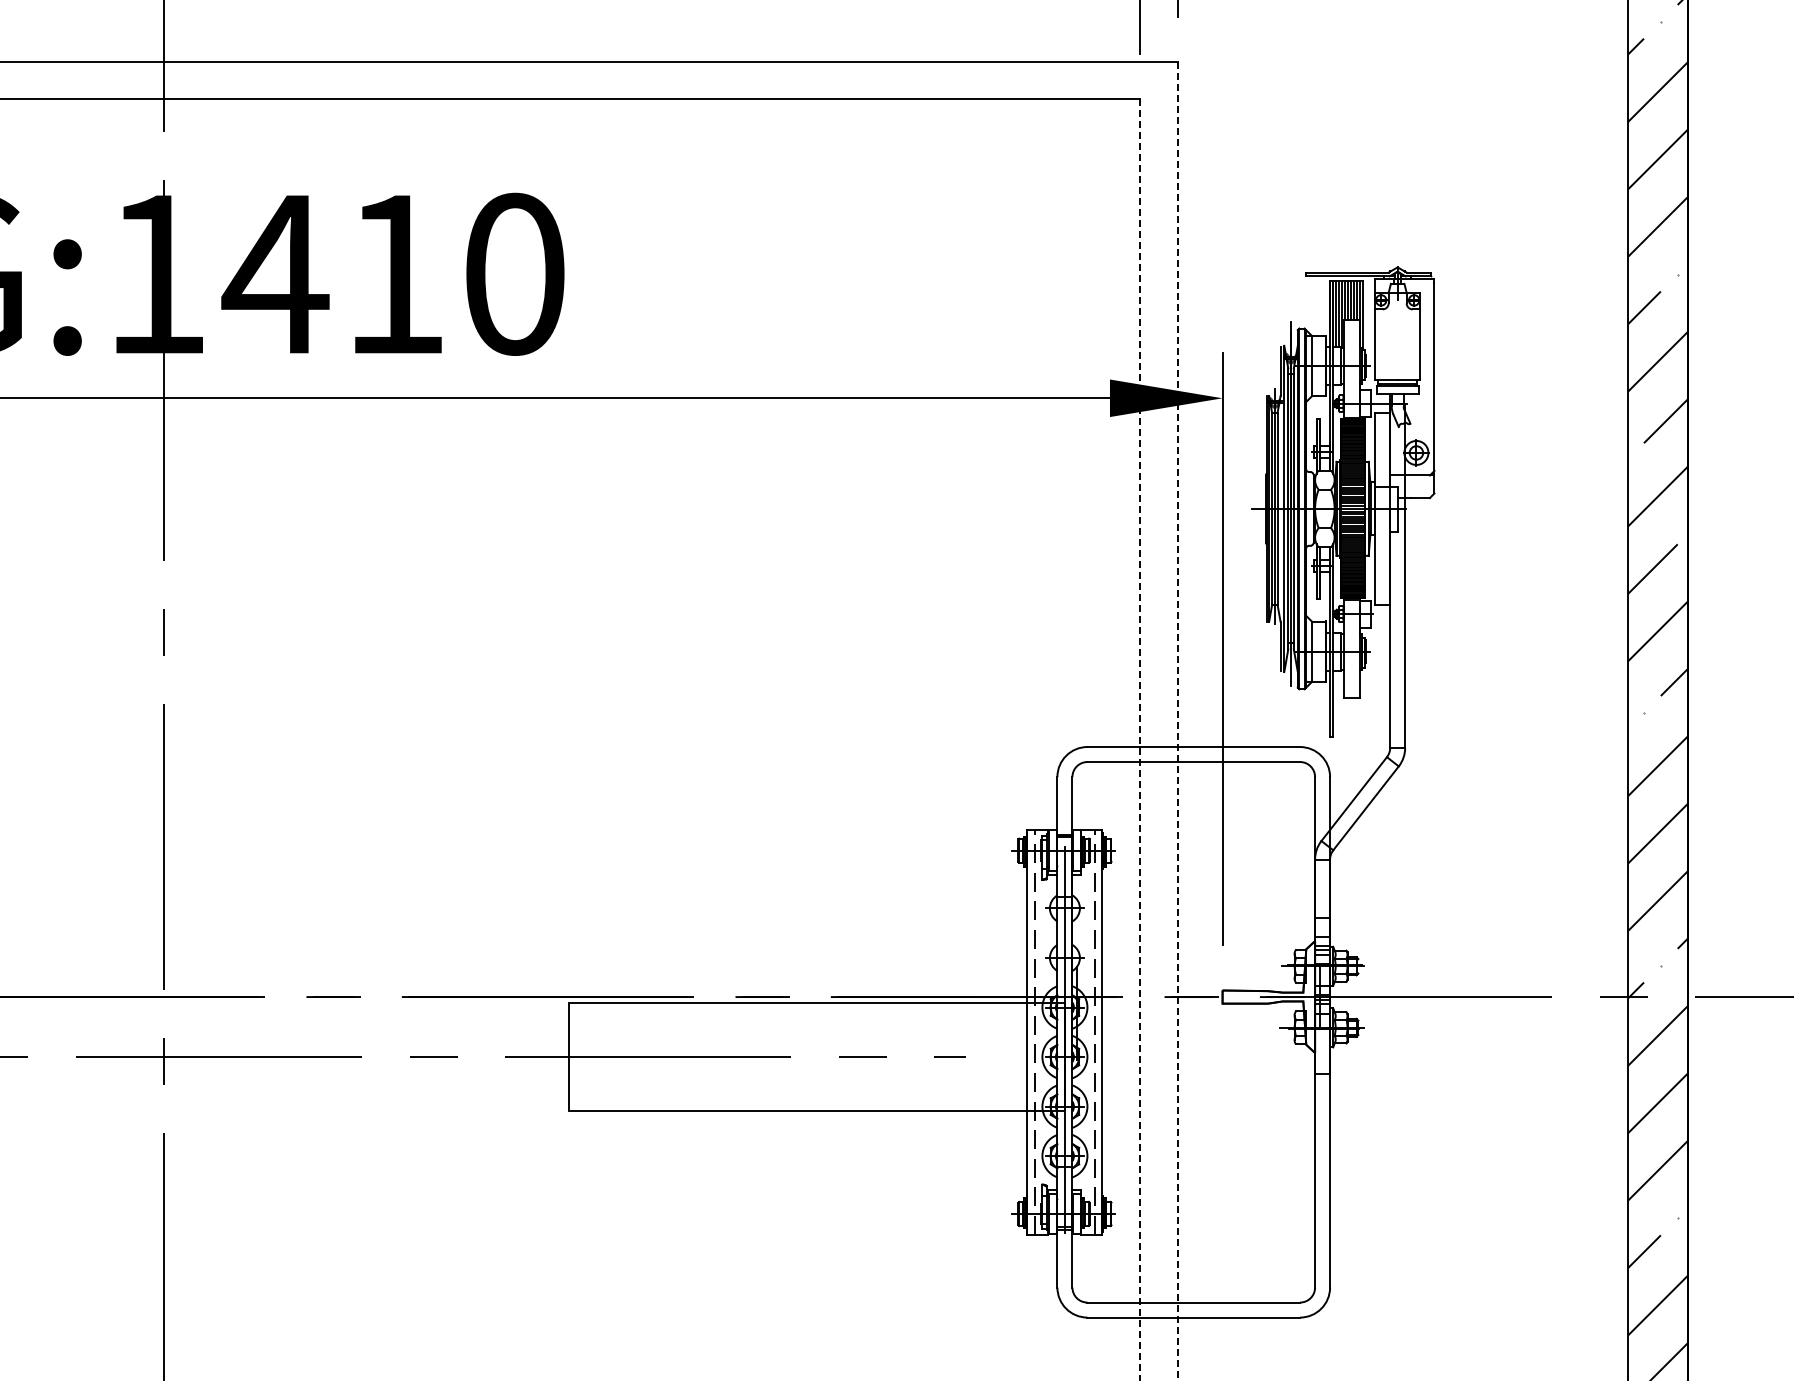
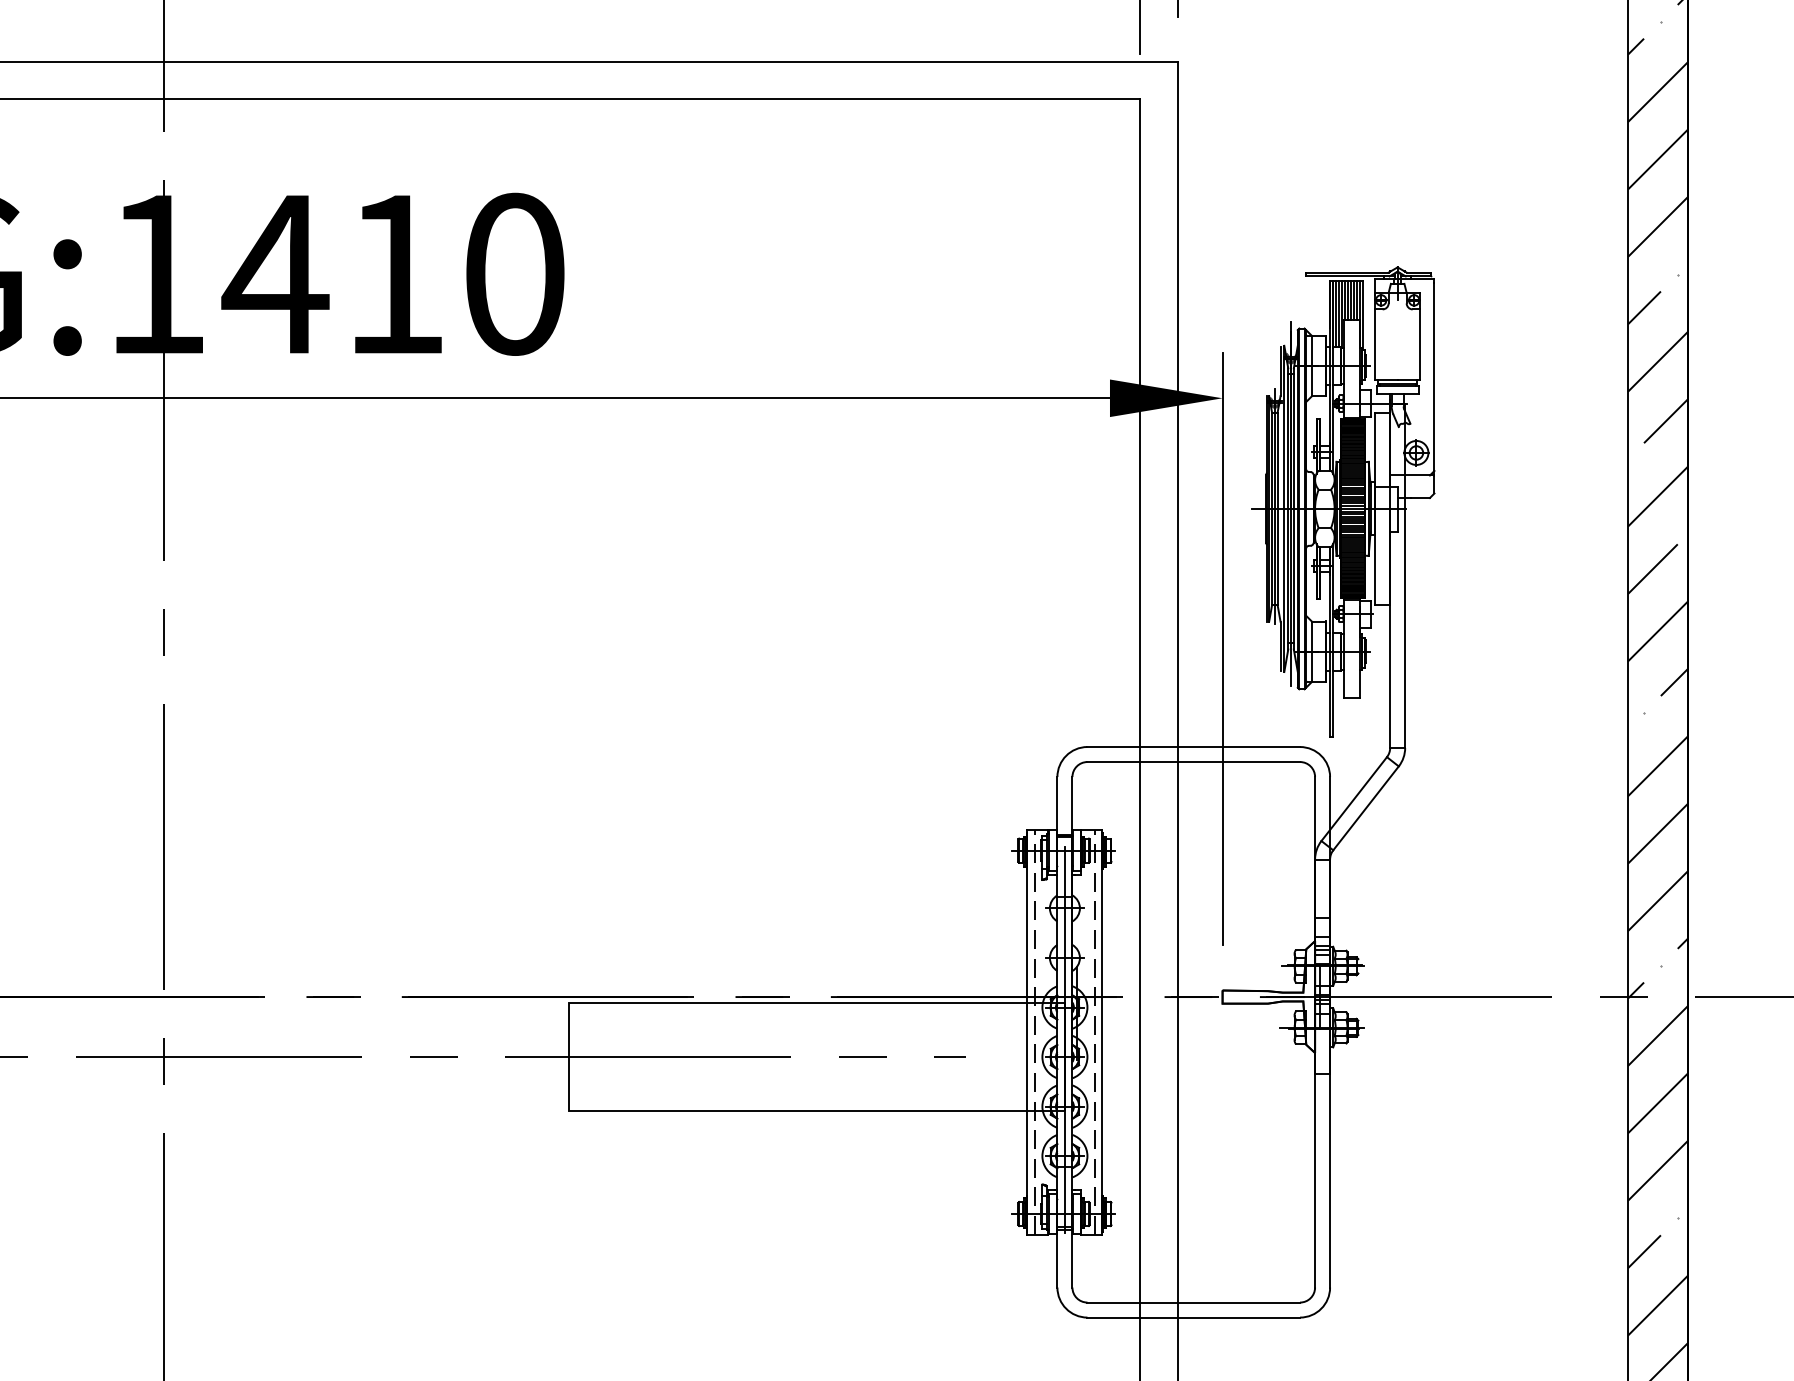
line at (1177, 721): dashed -> solid
line at (1140, 739): dashed -> solid
